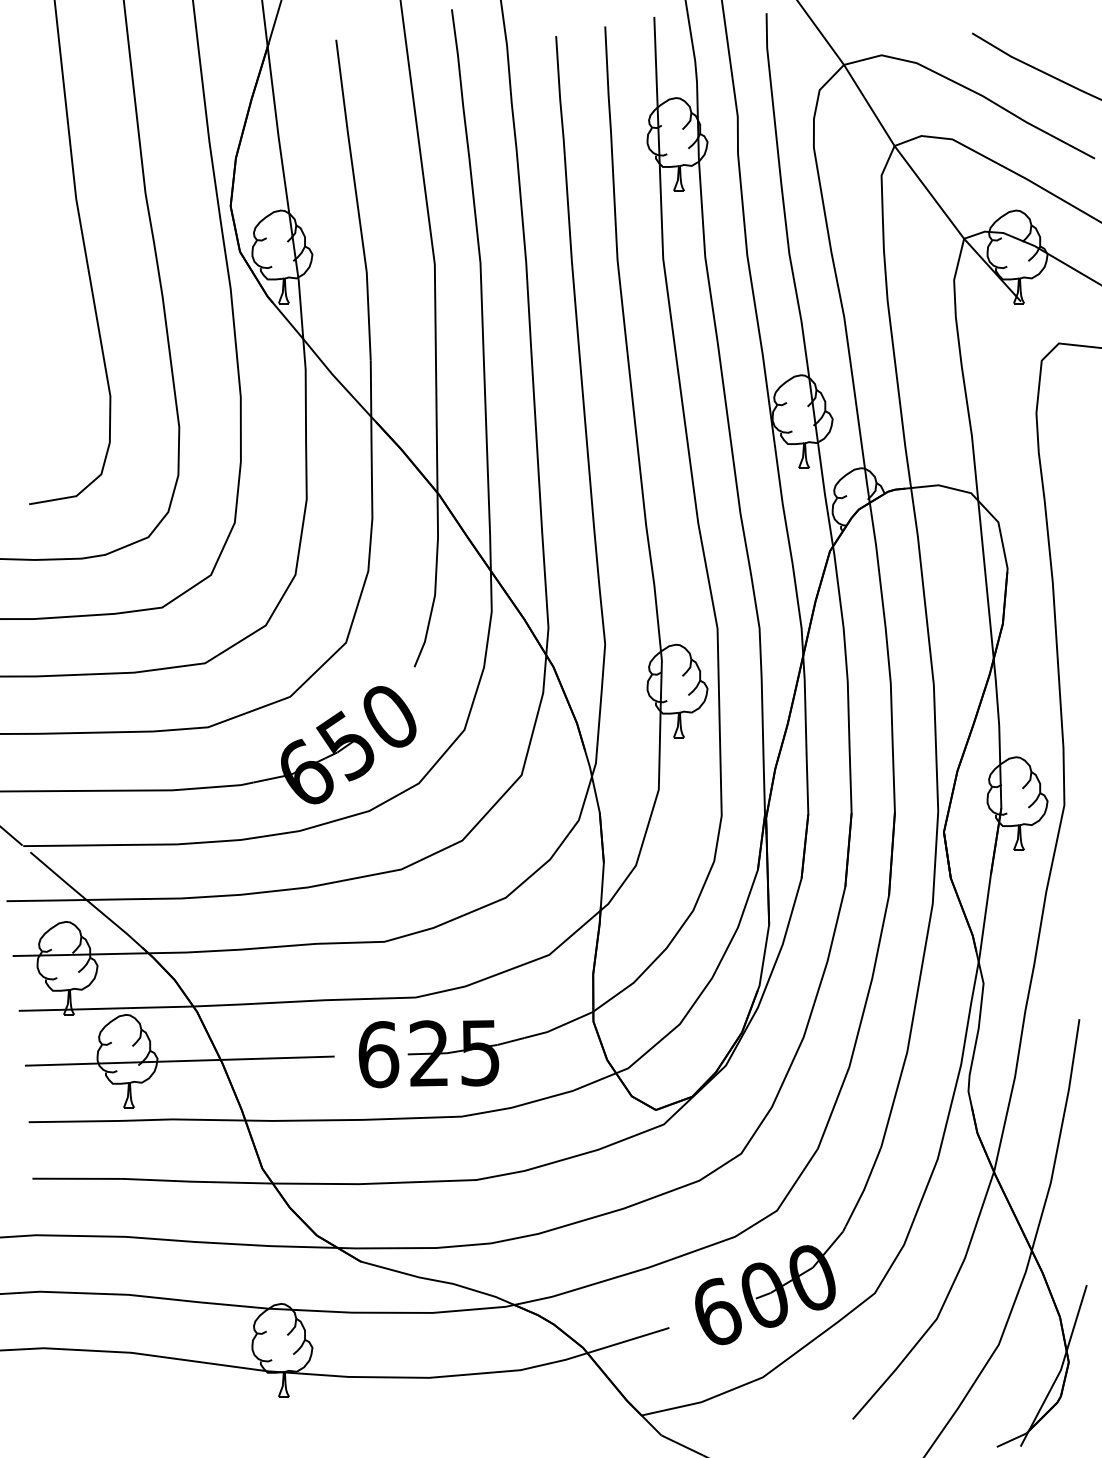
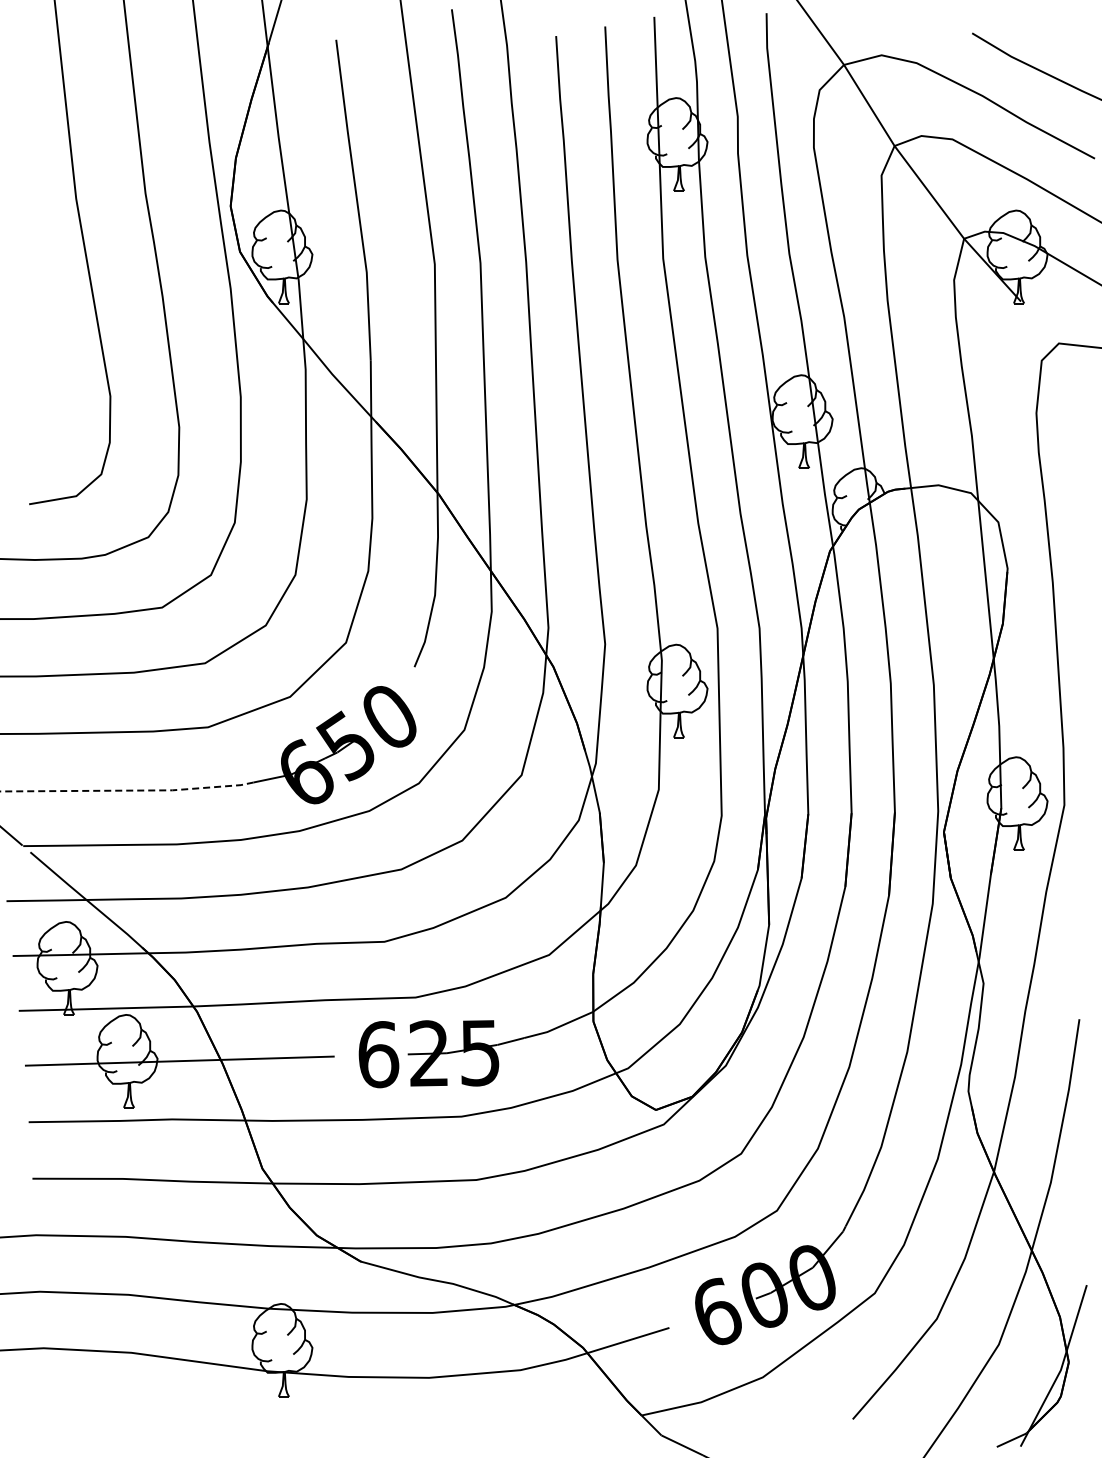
line at (128, 790): solid -> dashed
